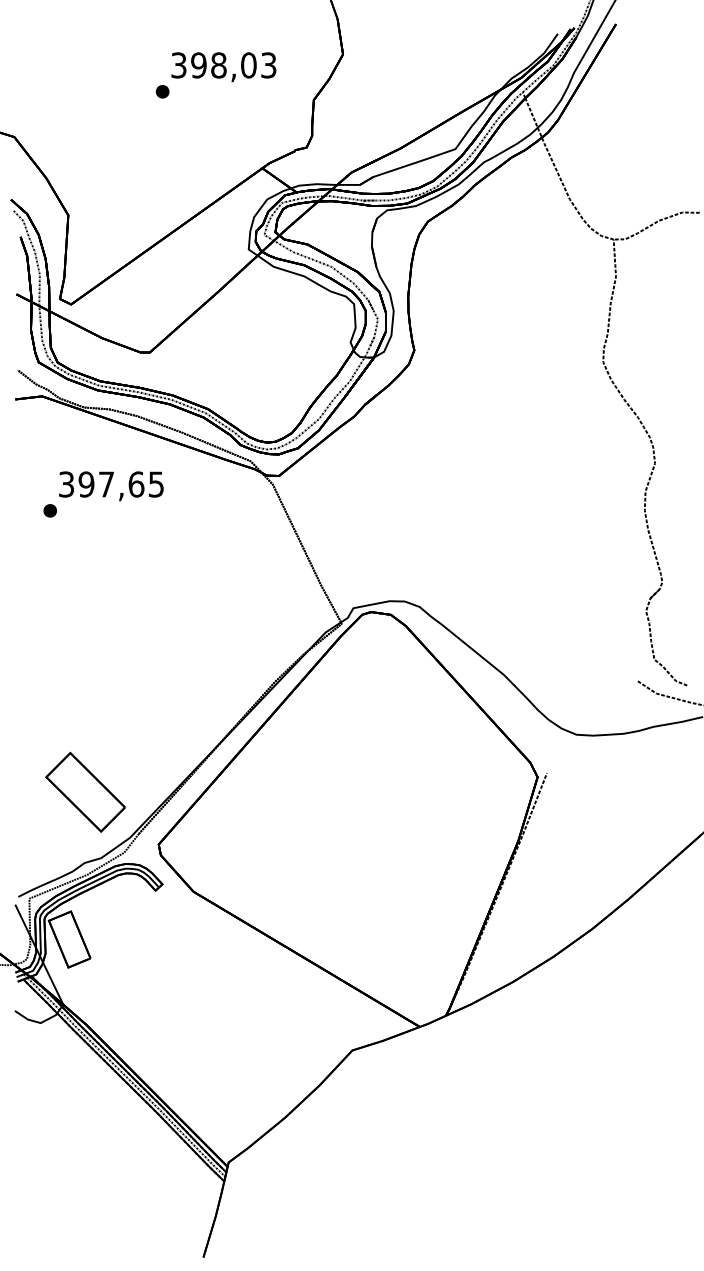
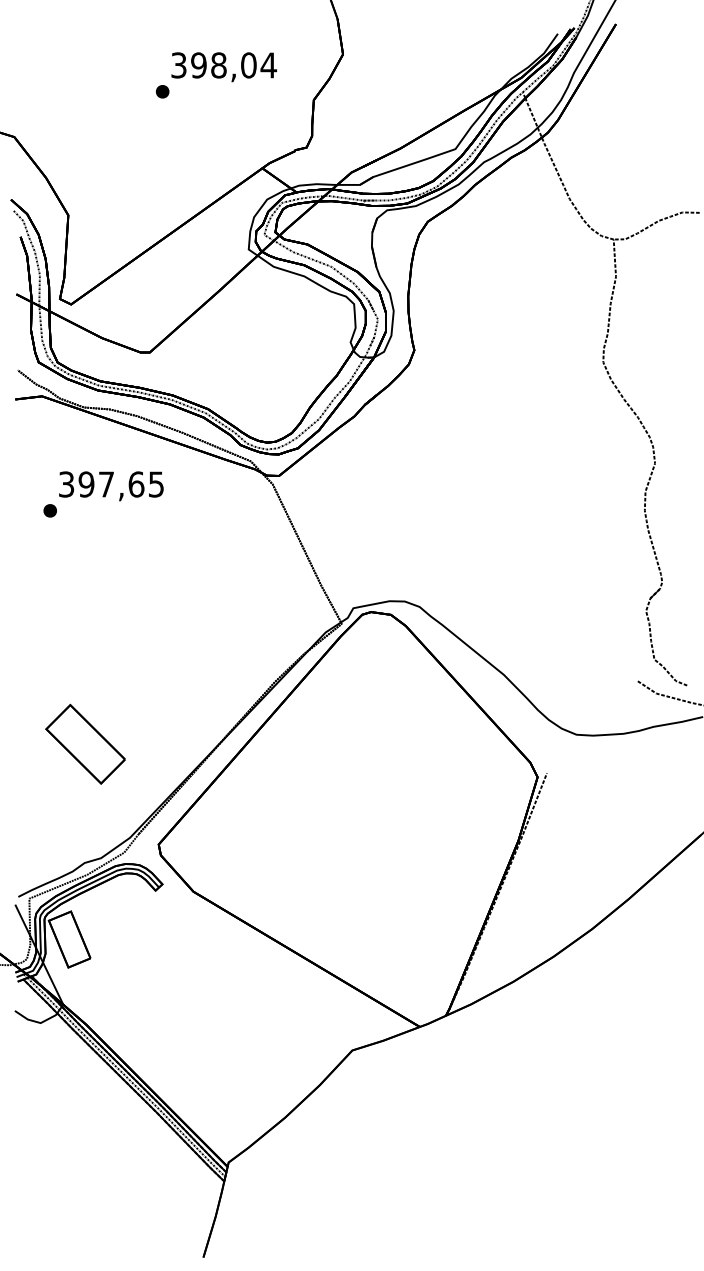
text at (268, 65): 398,03 -> 398,04
part at (85, 791) position: (85, 791) -> (85, 743)
